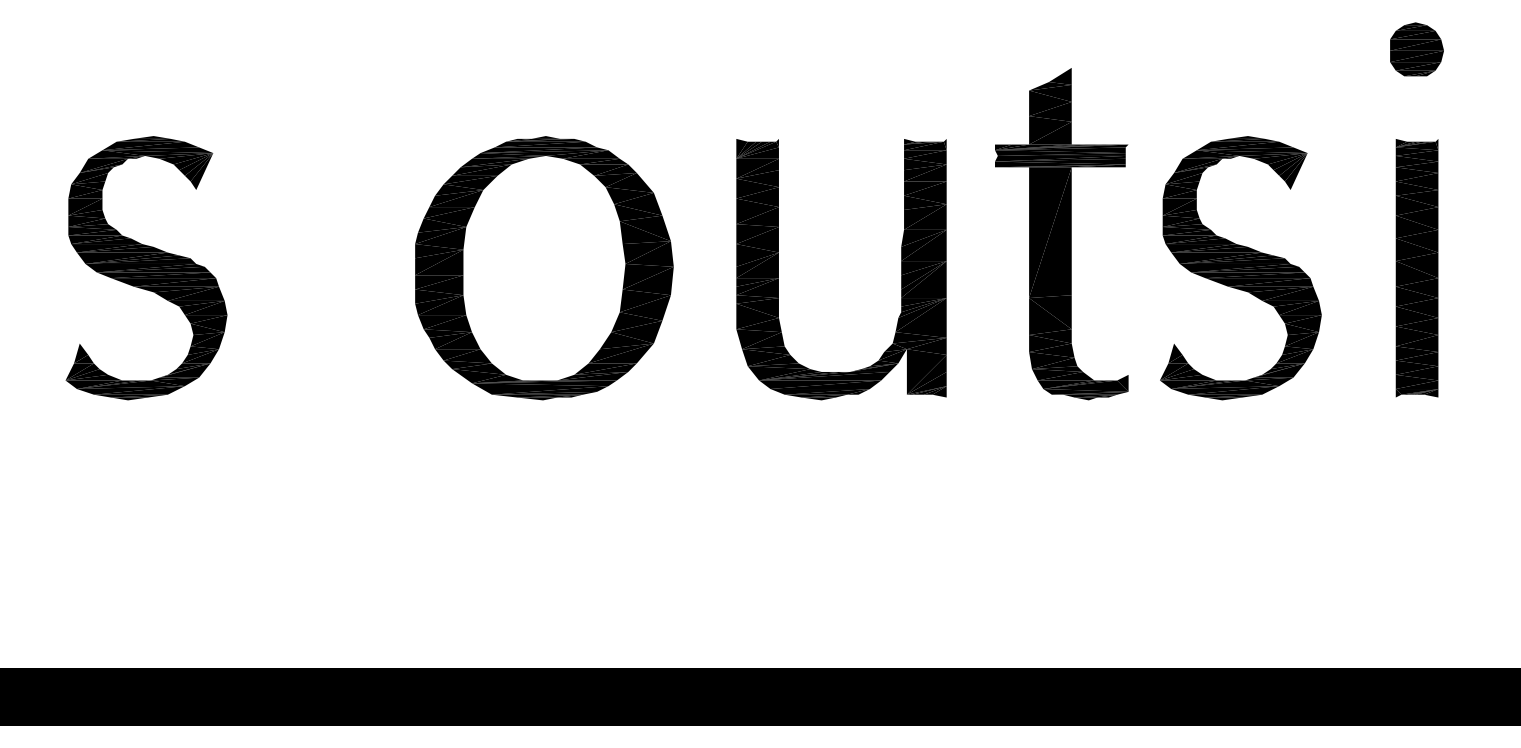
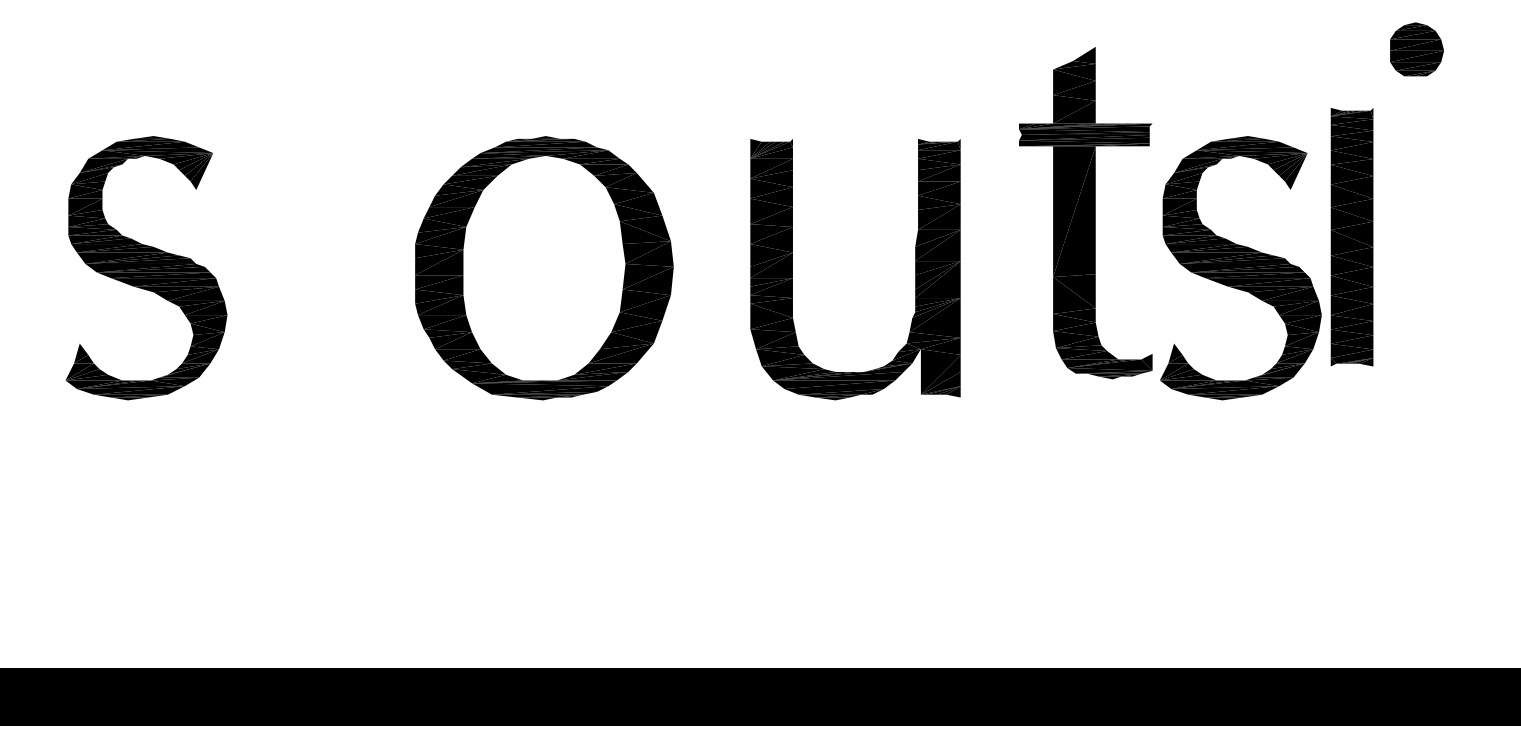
part at (1061, 234) position: (1061, 234) -> (1085, 213)
part at (1416, 268) position: (1416, 268) -> (1351, 237)
part at (901, 269) position: (901, 269) -> (915, 269)
